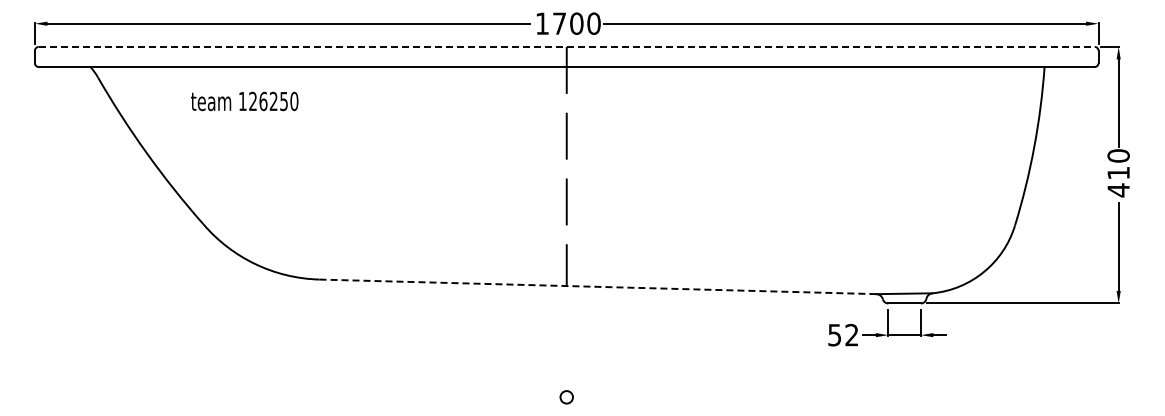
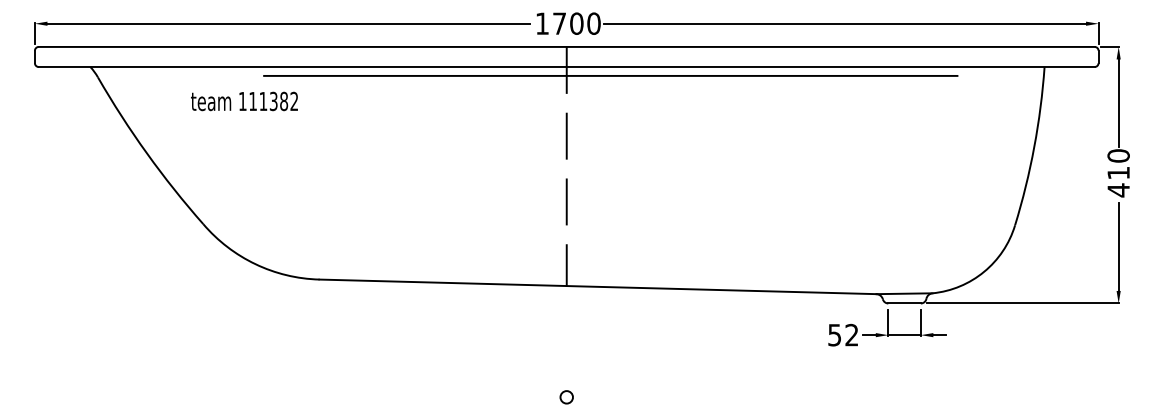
line at (567, 46): dashed -> solid
line at (610, 75): none -> present
text at (273, 101): 126250 -> 111382
line at (597, 286): dashed -> solid
